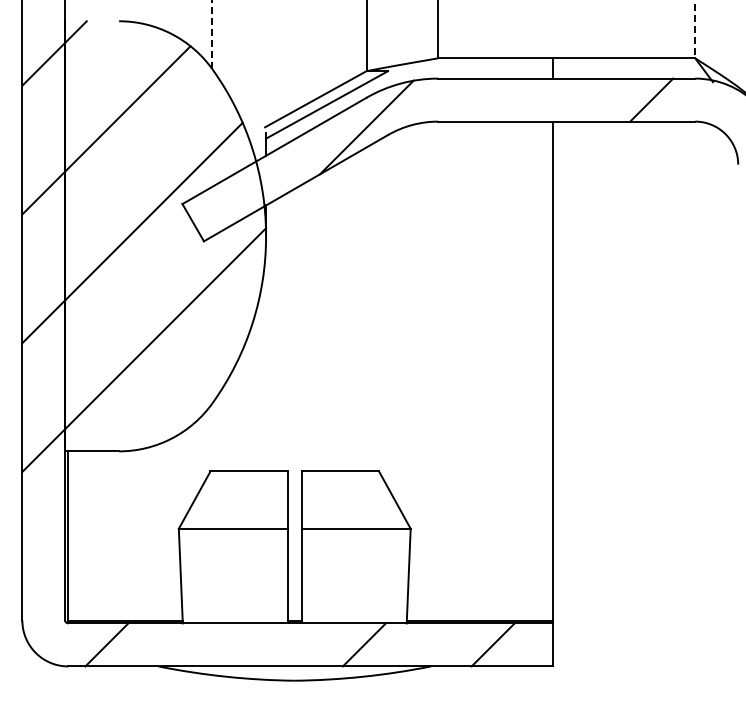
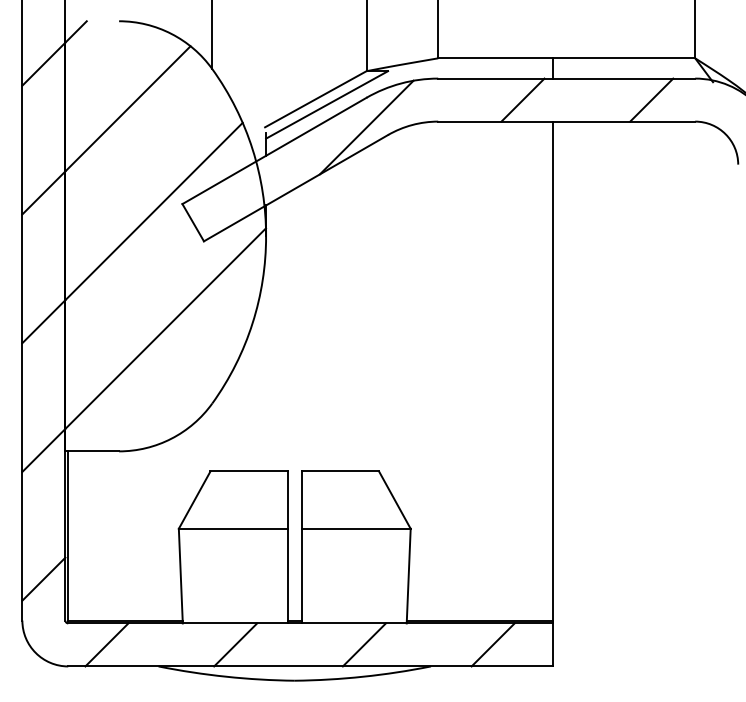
line at (695, 29): dashed -> solid
line at (212, 34): dashed -> solid
line at (522, 99): none -> present
line at (43, 578): none -> present
line at (235, 644): none -> present
